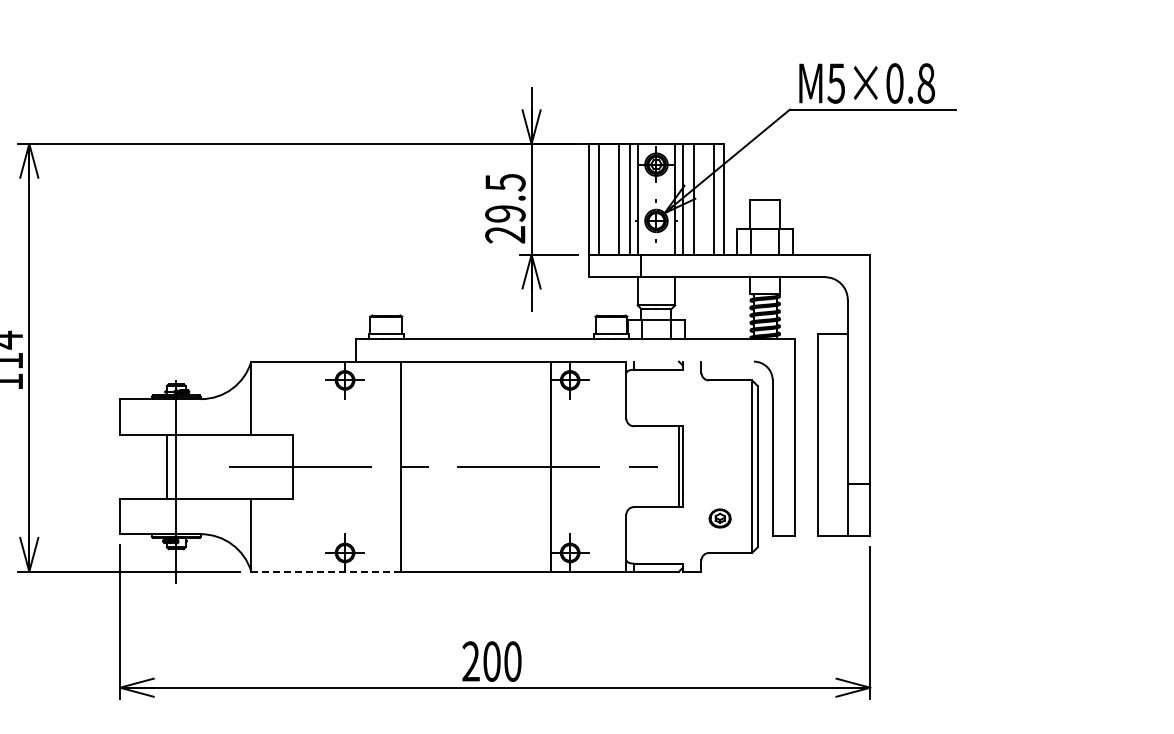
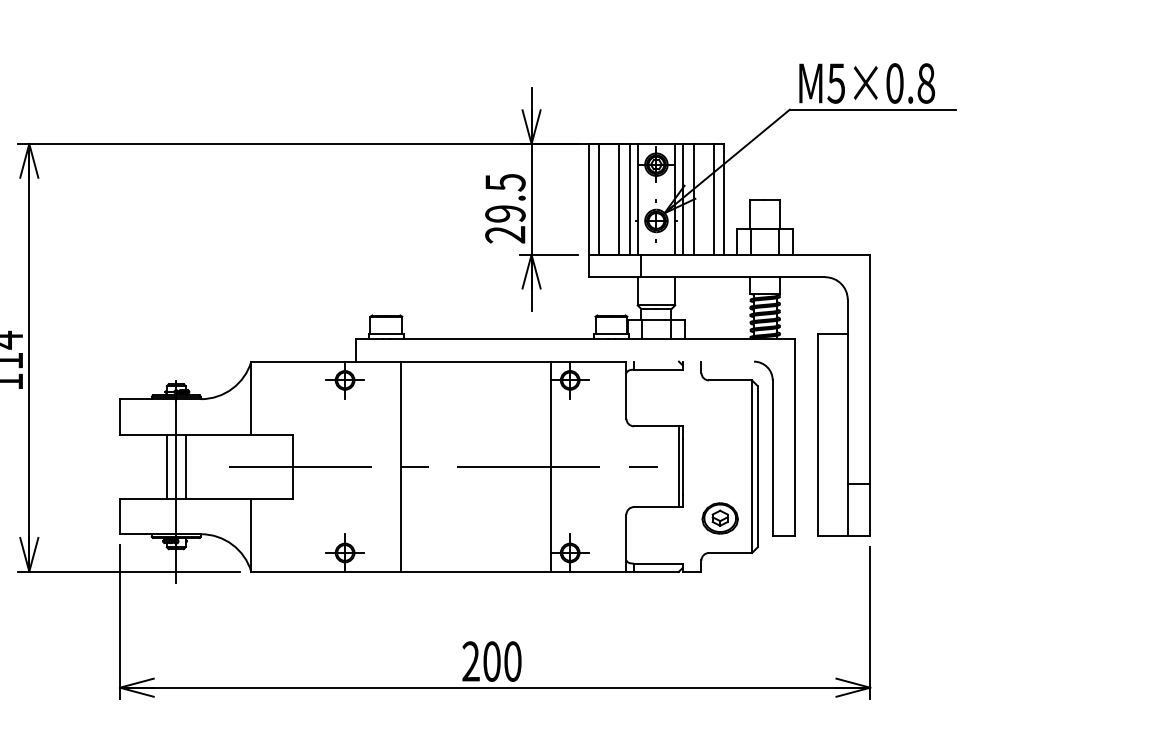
line at (185, 466): none -> present
part at (719, 518) size: 24x21 px -> 38x33 px
line at (326, 571): dashed -> solid
